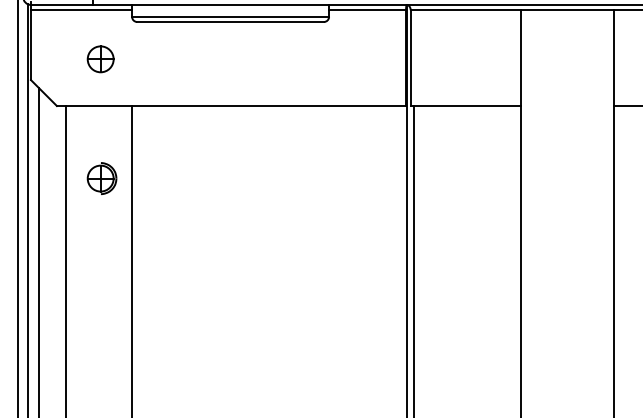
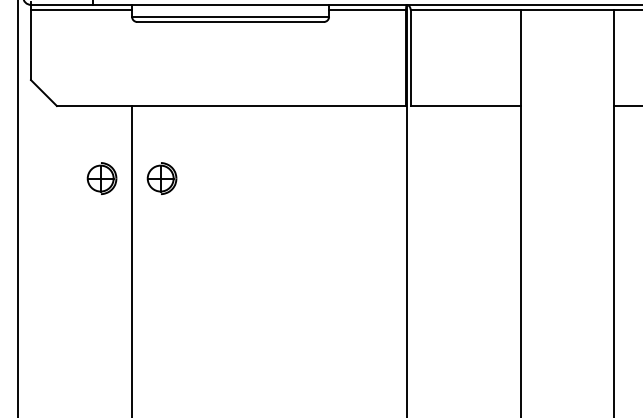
part at (100, 59): present -> none
part at (161, 178): none -> present
line at (28, 209): present -> none
line at (39, 251): present -> none
line at (65, 260): present -> none
line at (414, 260): present -> none
